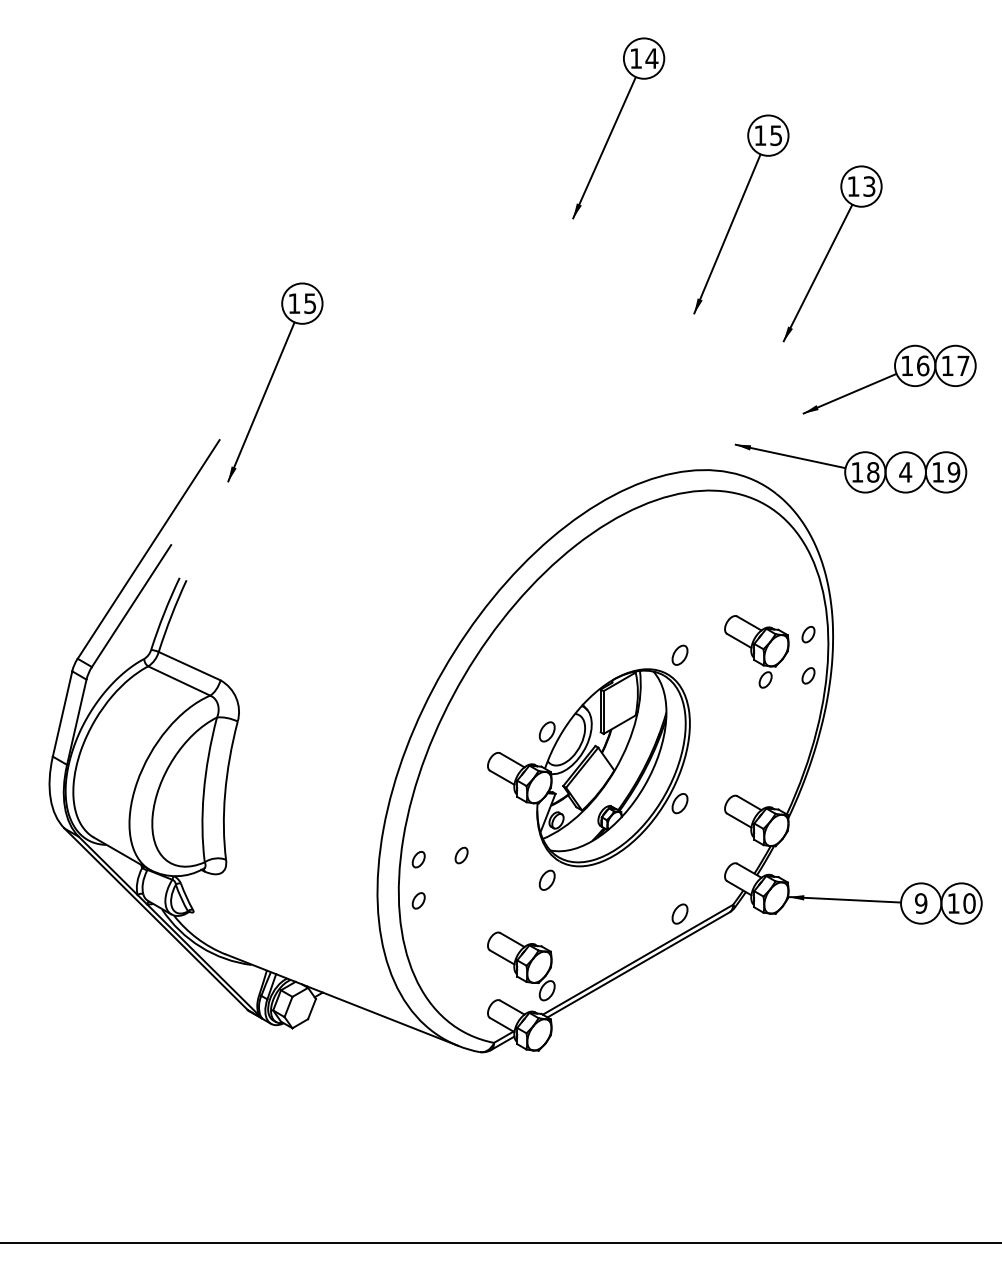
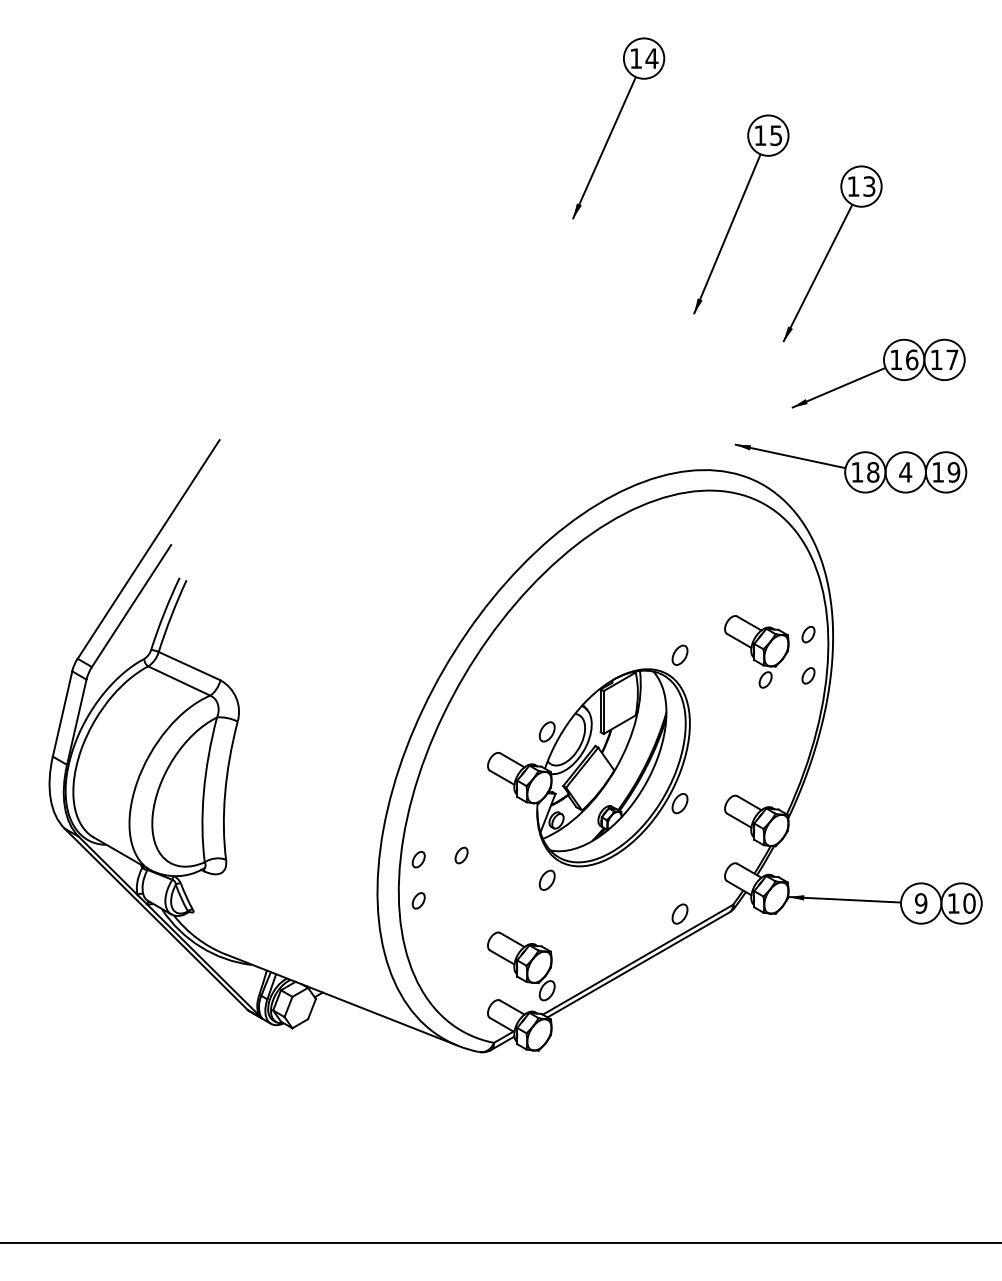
part at (889, 379) position: (889, 379) -> (878, 373)
part at (275, 382): present -> none
